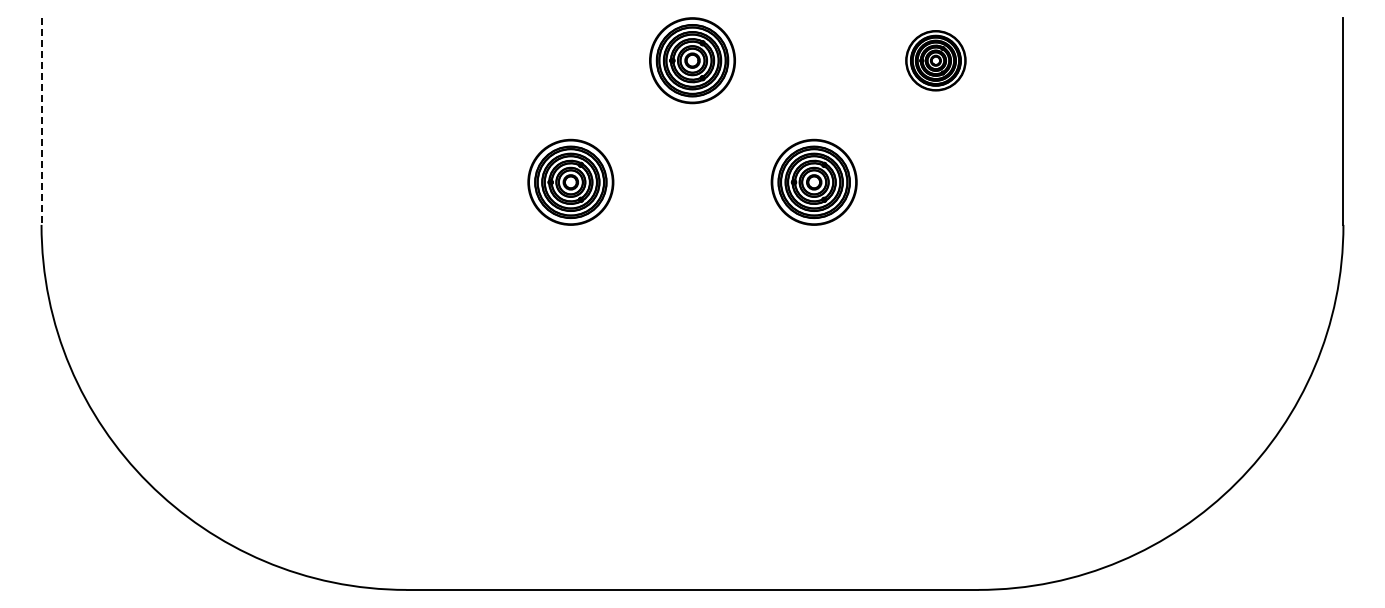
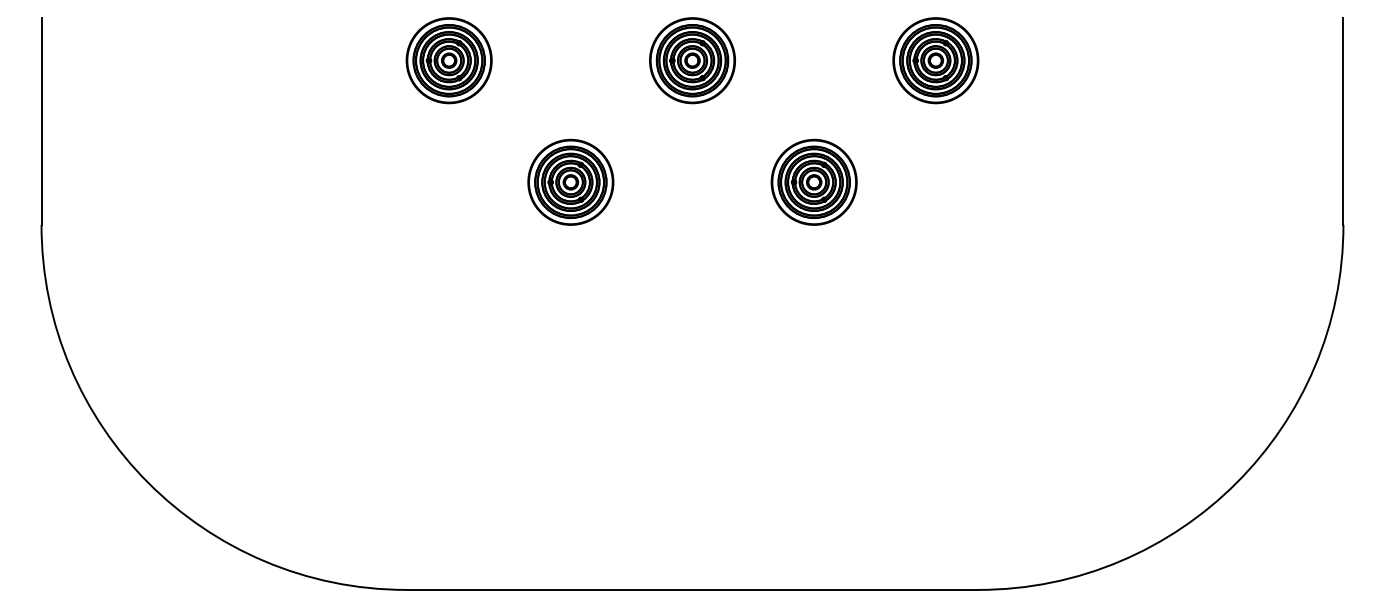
part at (448, 60): none -> present
part at (935, 60) size: 62x62 px -> 88x88 px
line at (41, 121): dashed -> solid
